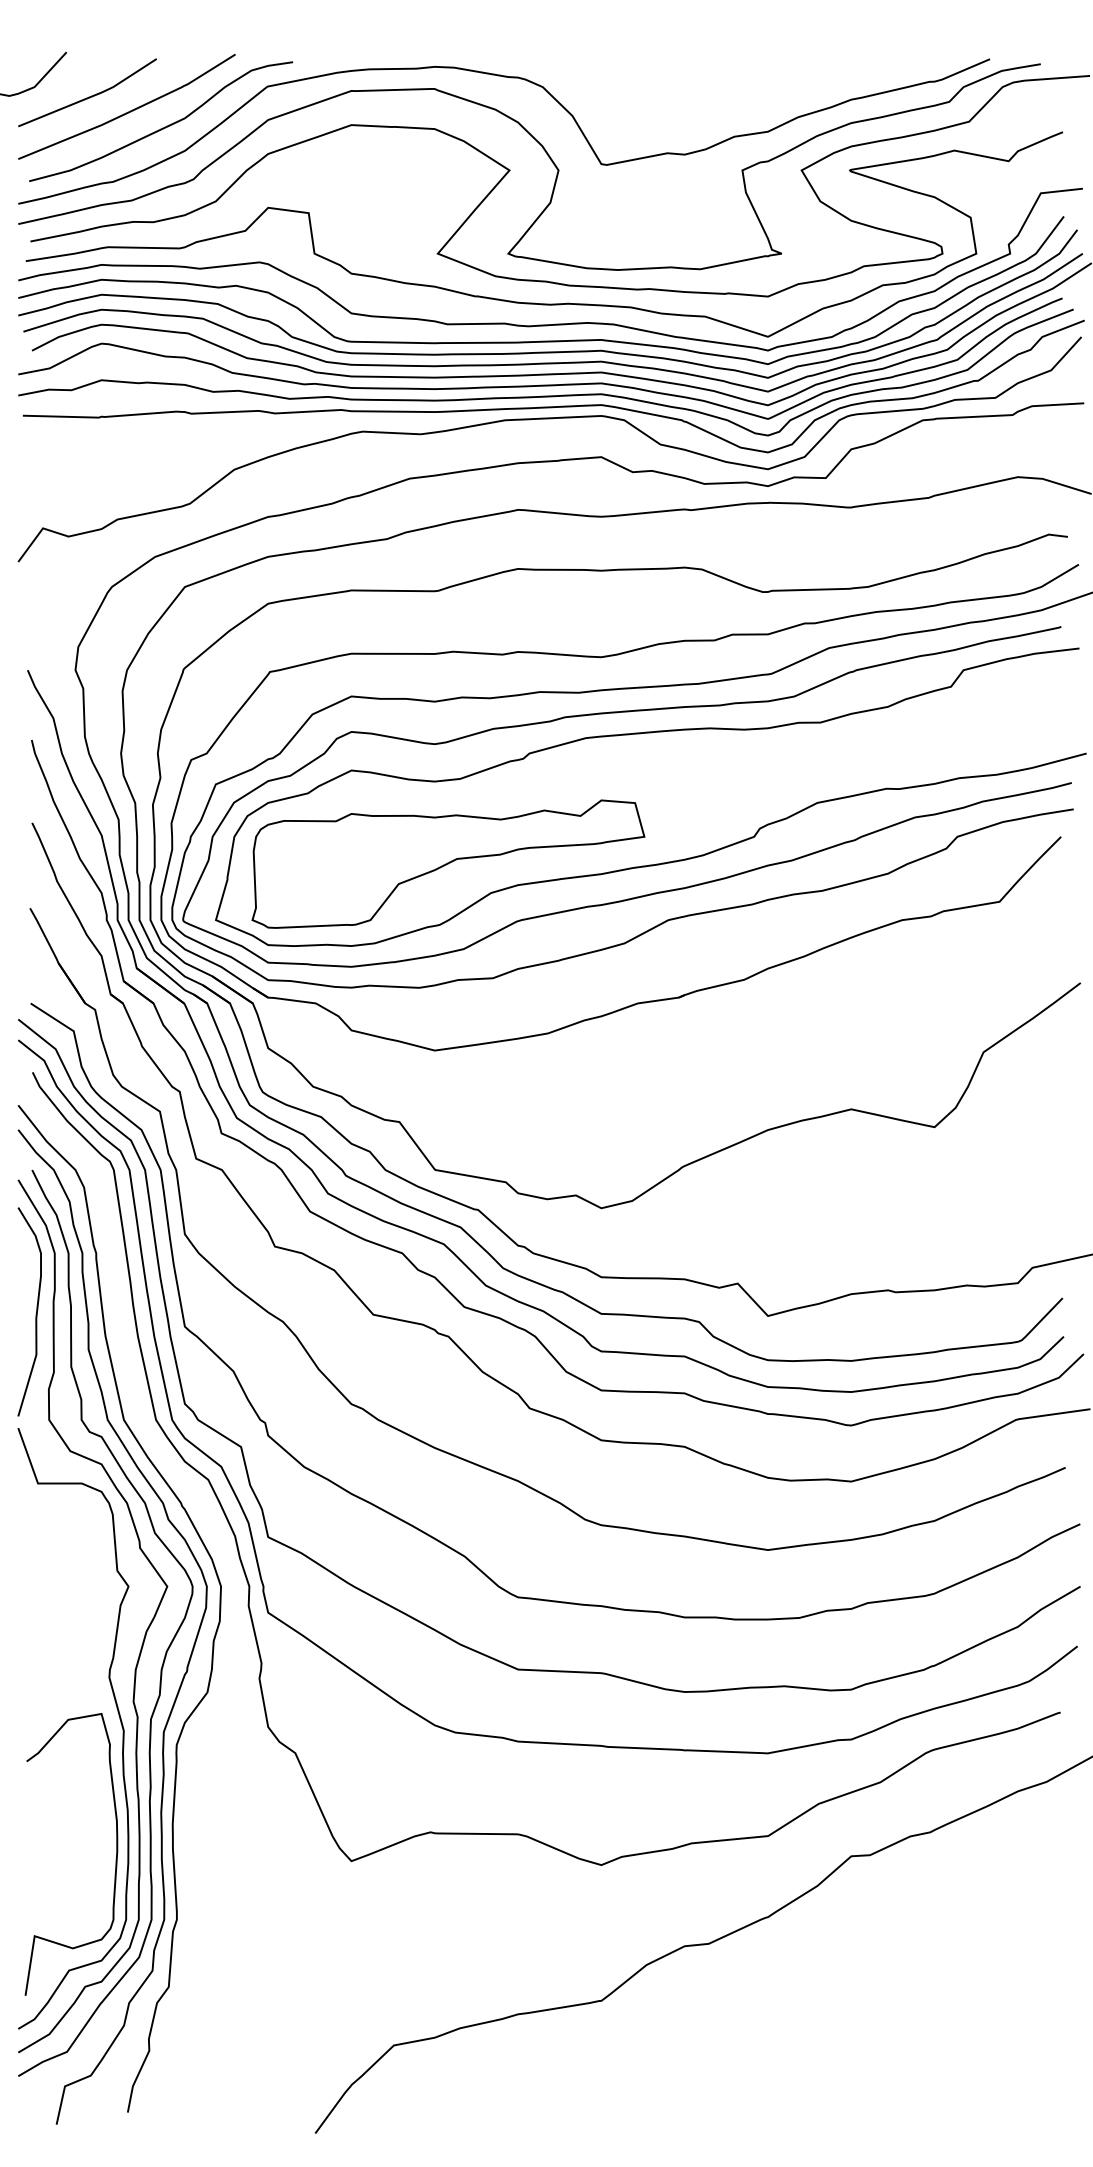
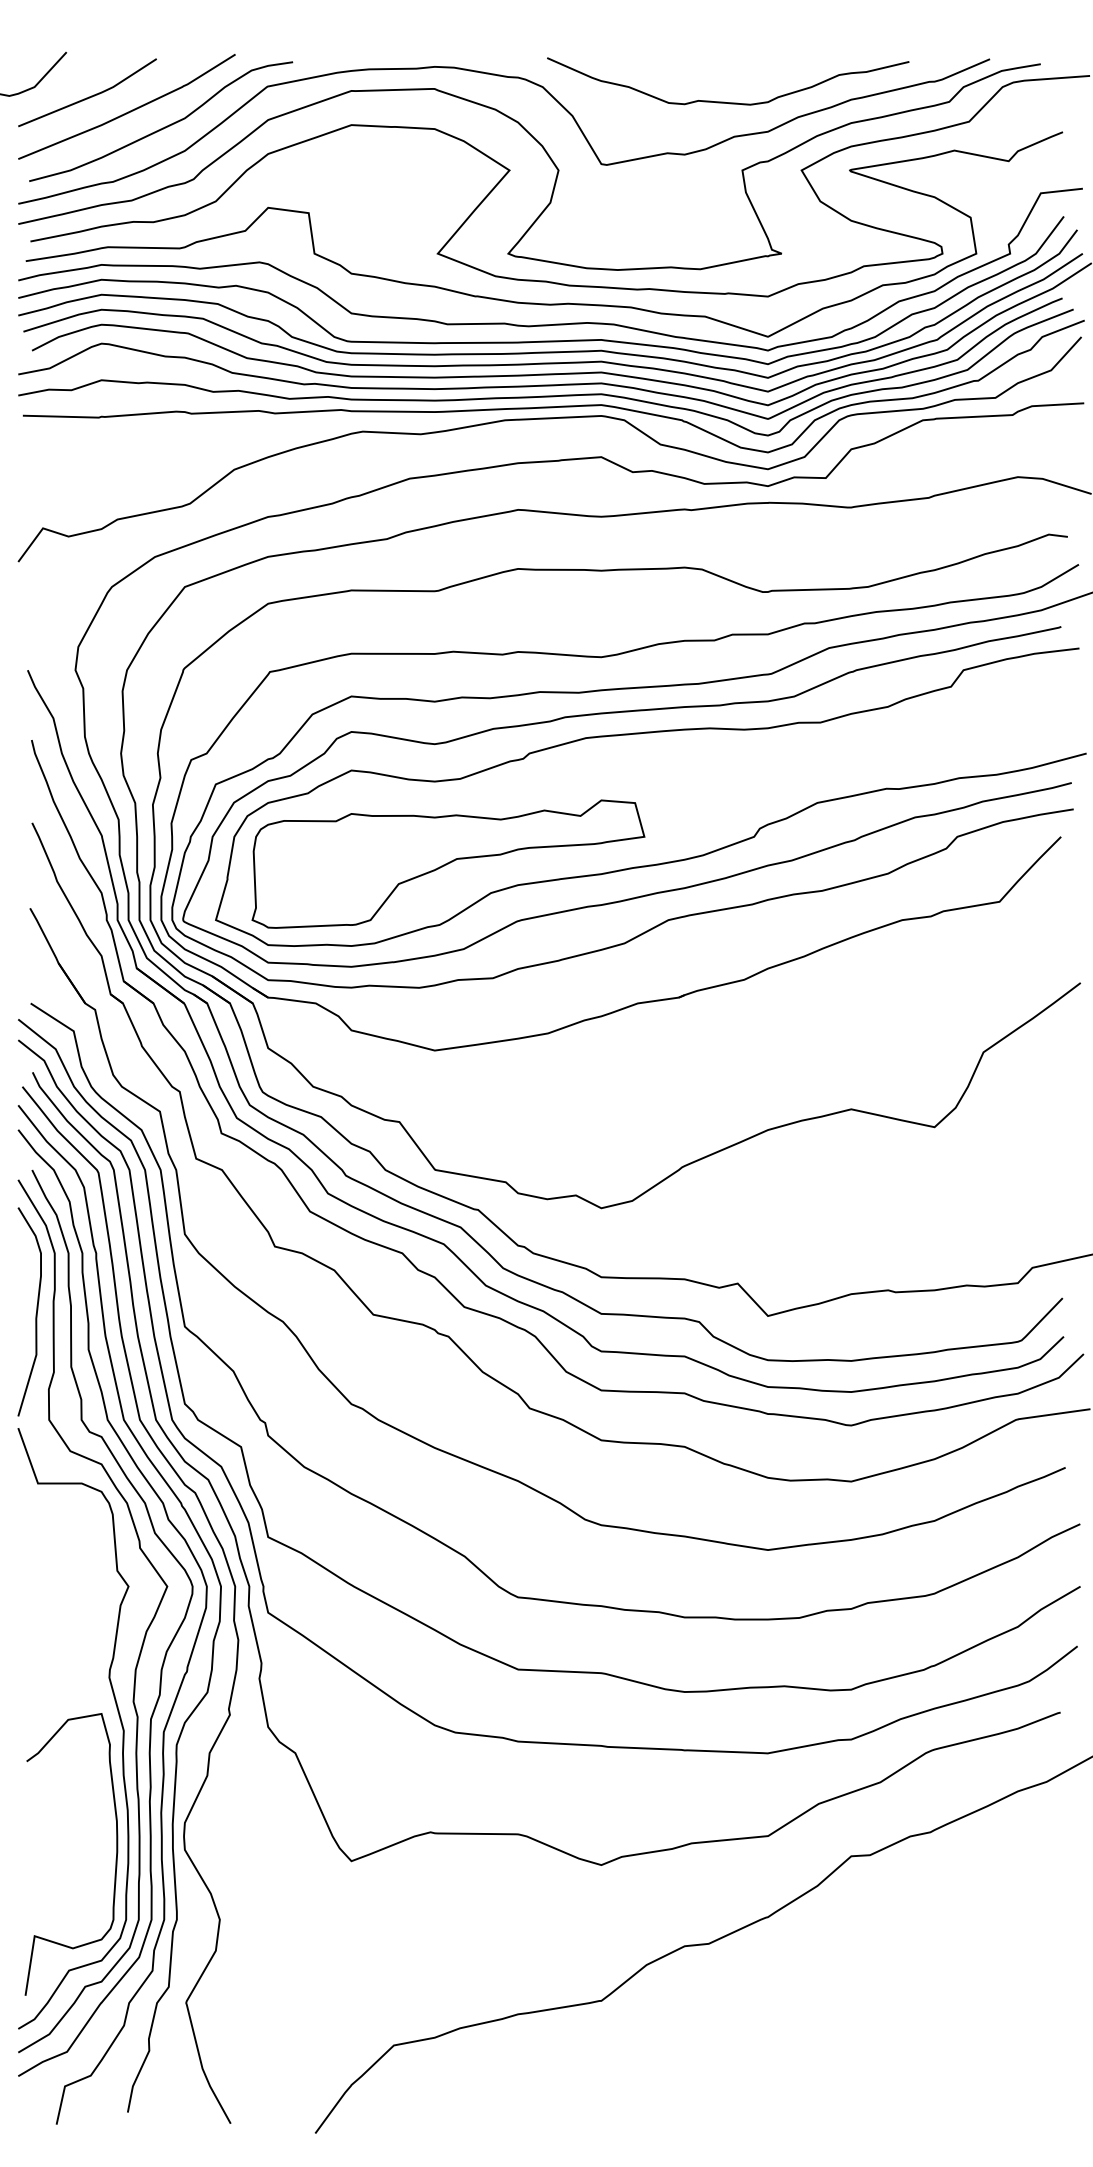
curve at (724, 101): none -> present
curve at (233, 1604): none -> present
